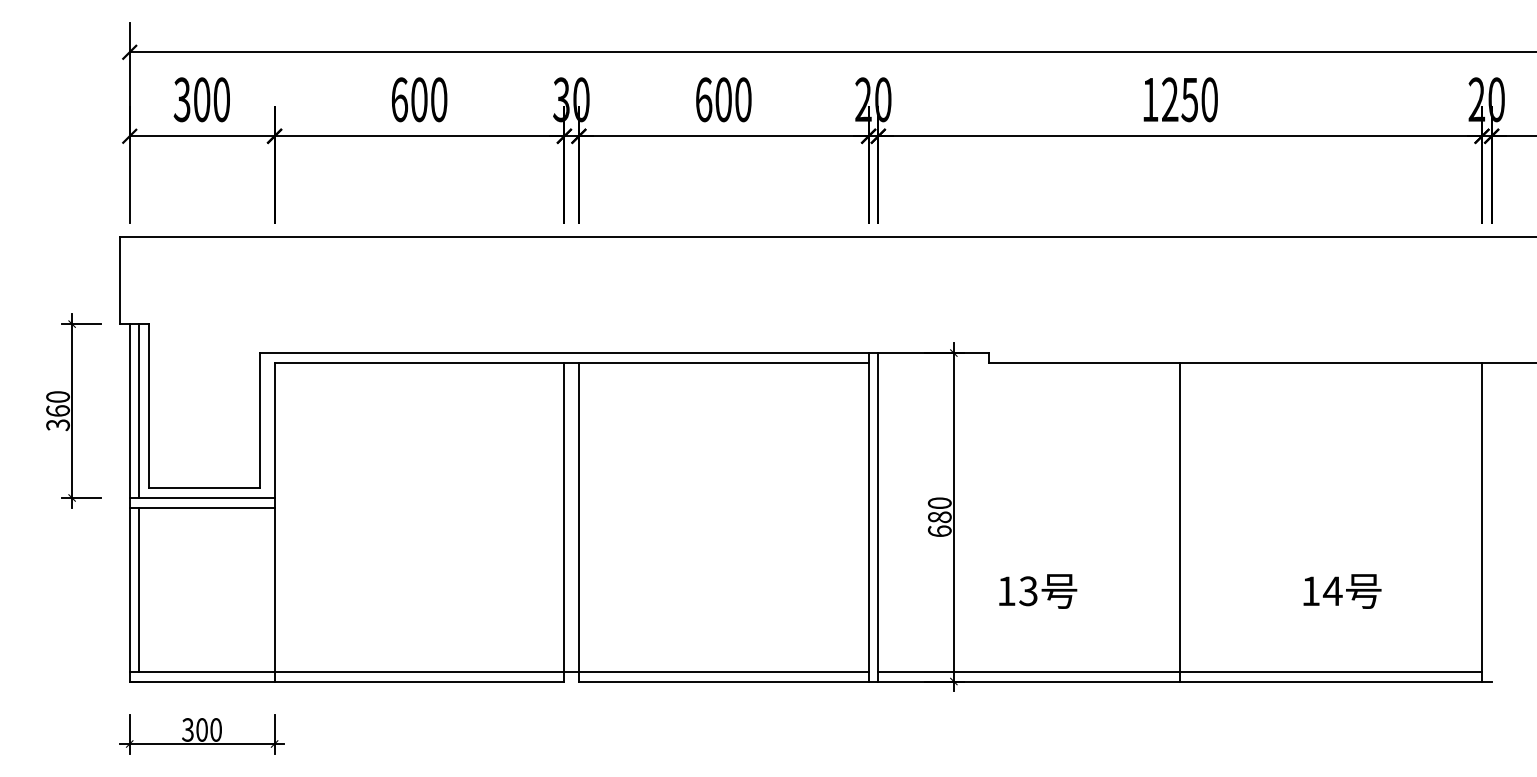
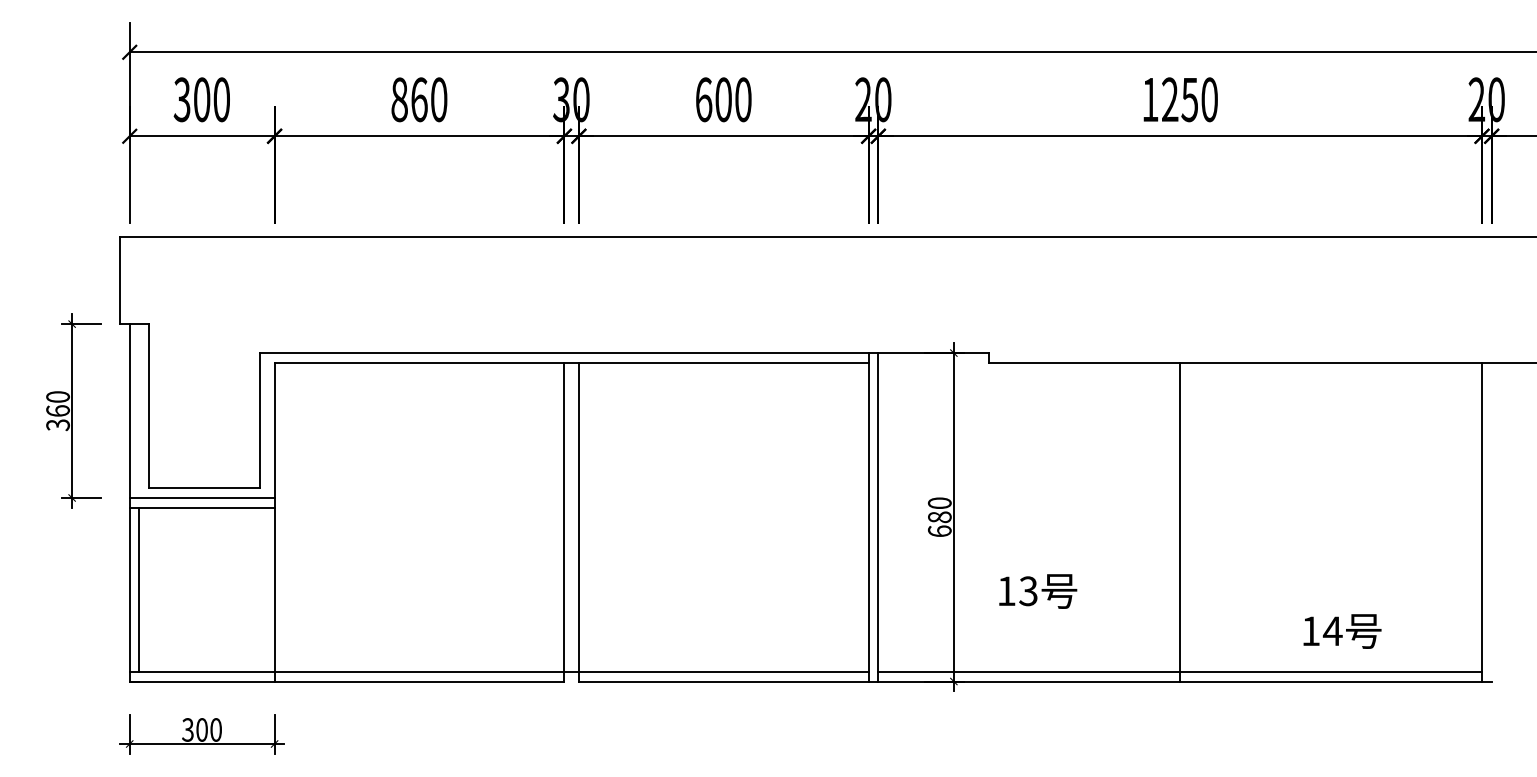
text at (409, 99): 600 -> 860
line at (139, 410): present -> none
text at (1342, 591) position: (1342, 591) -> (1342, 631)
